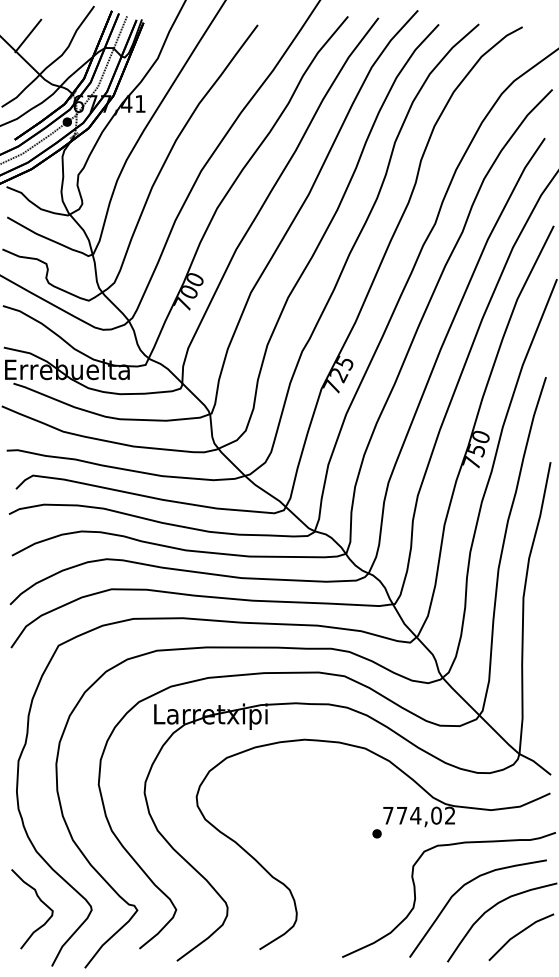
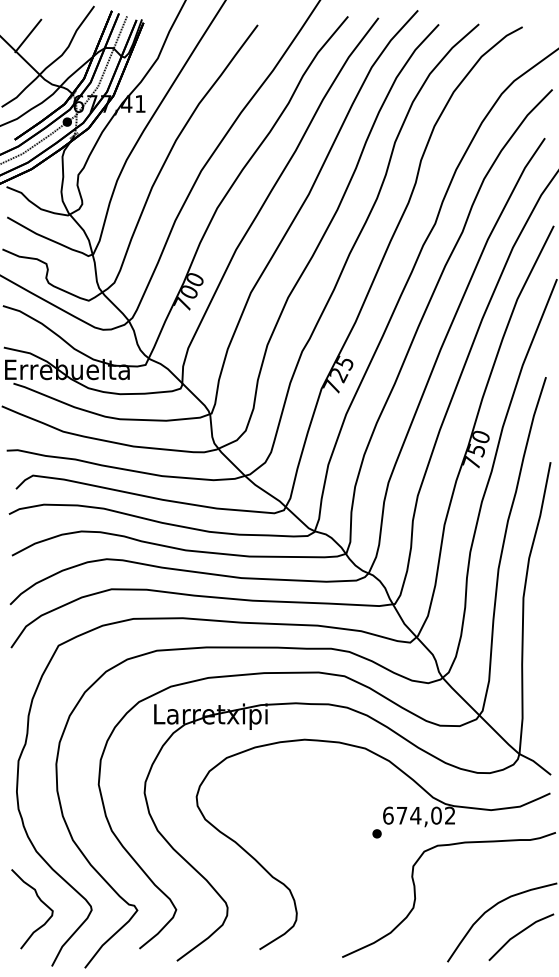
text at (388, 815): 774,02 -> 674,02
part at (463, 887): present -> none
